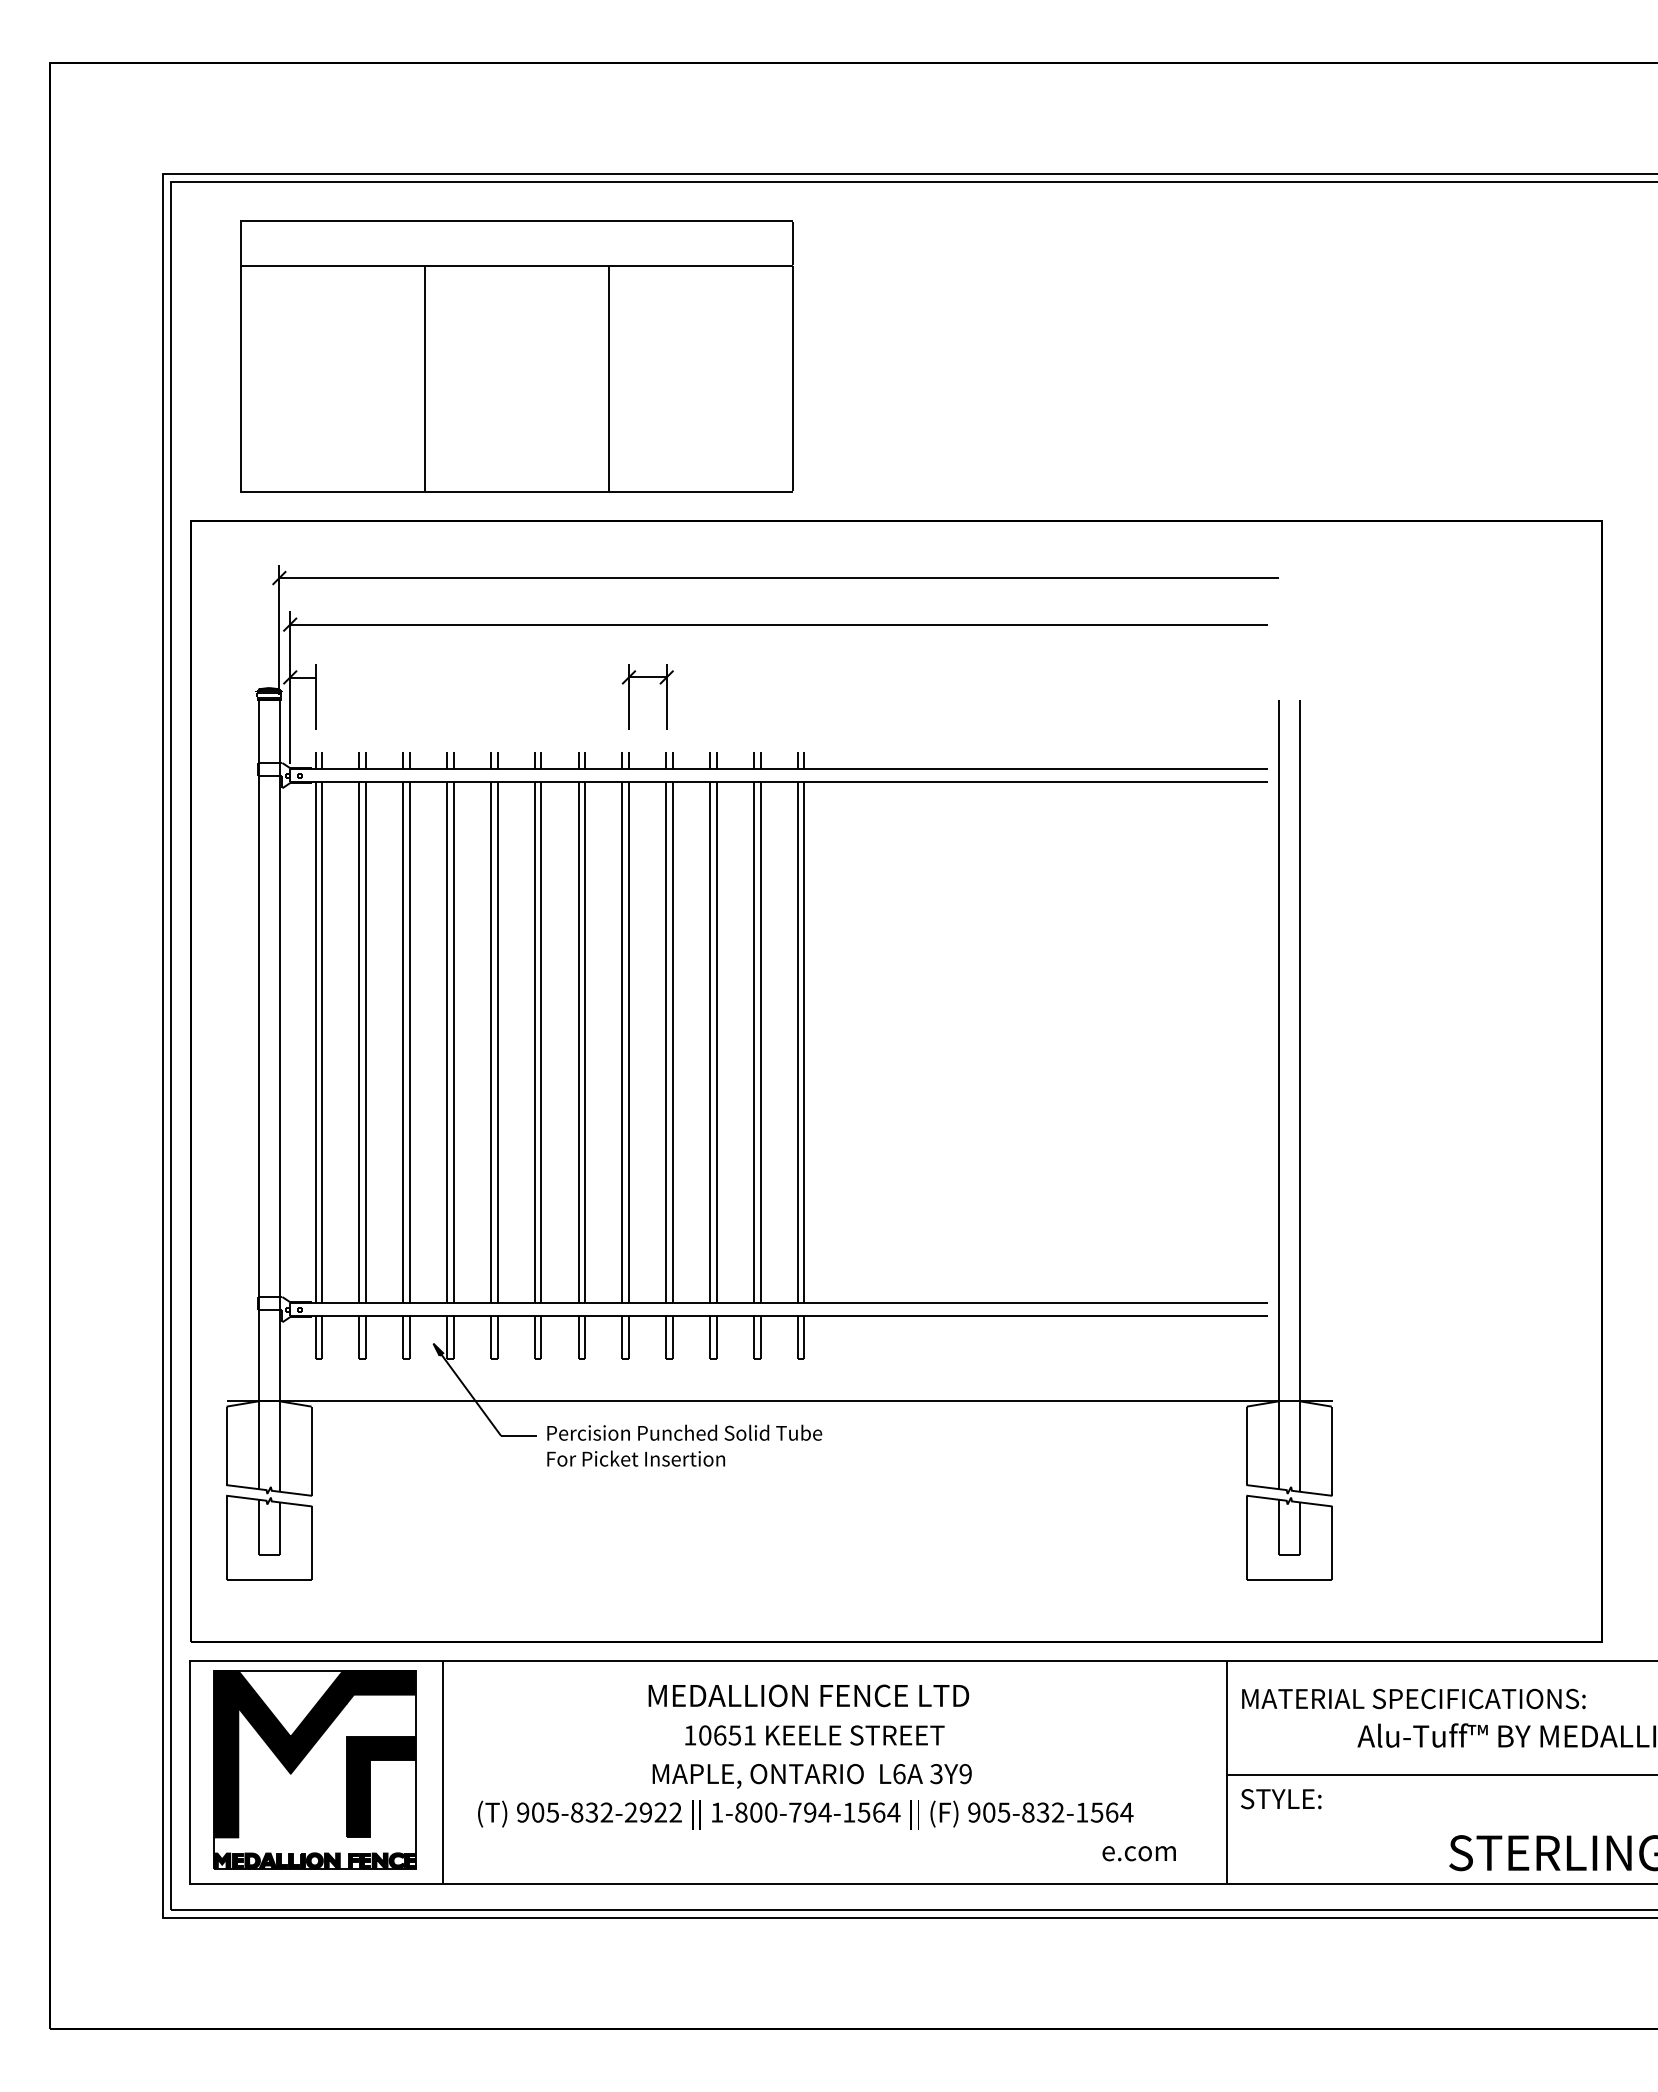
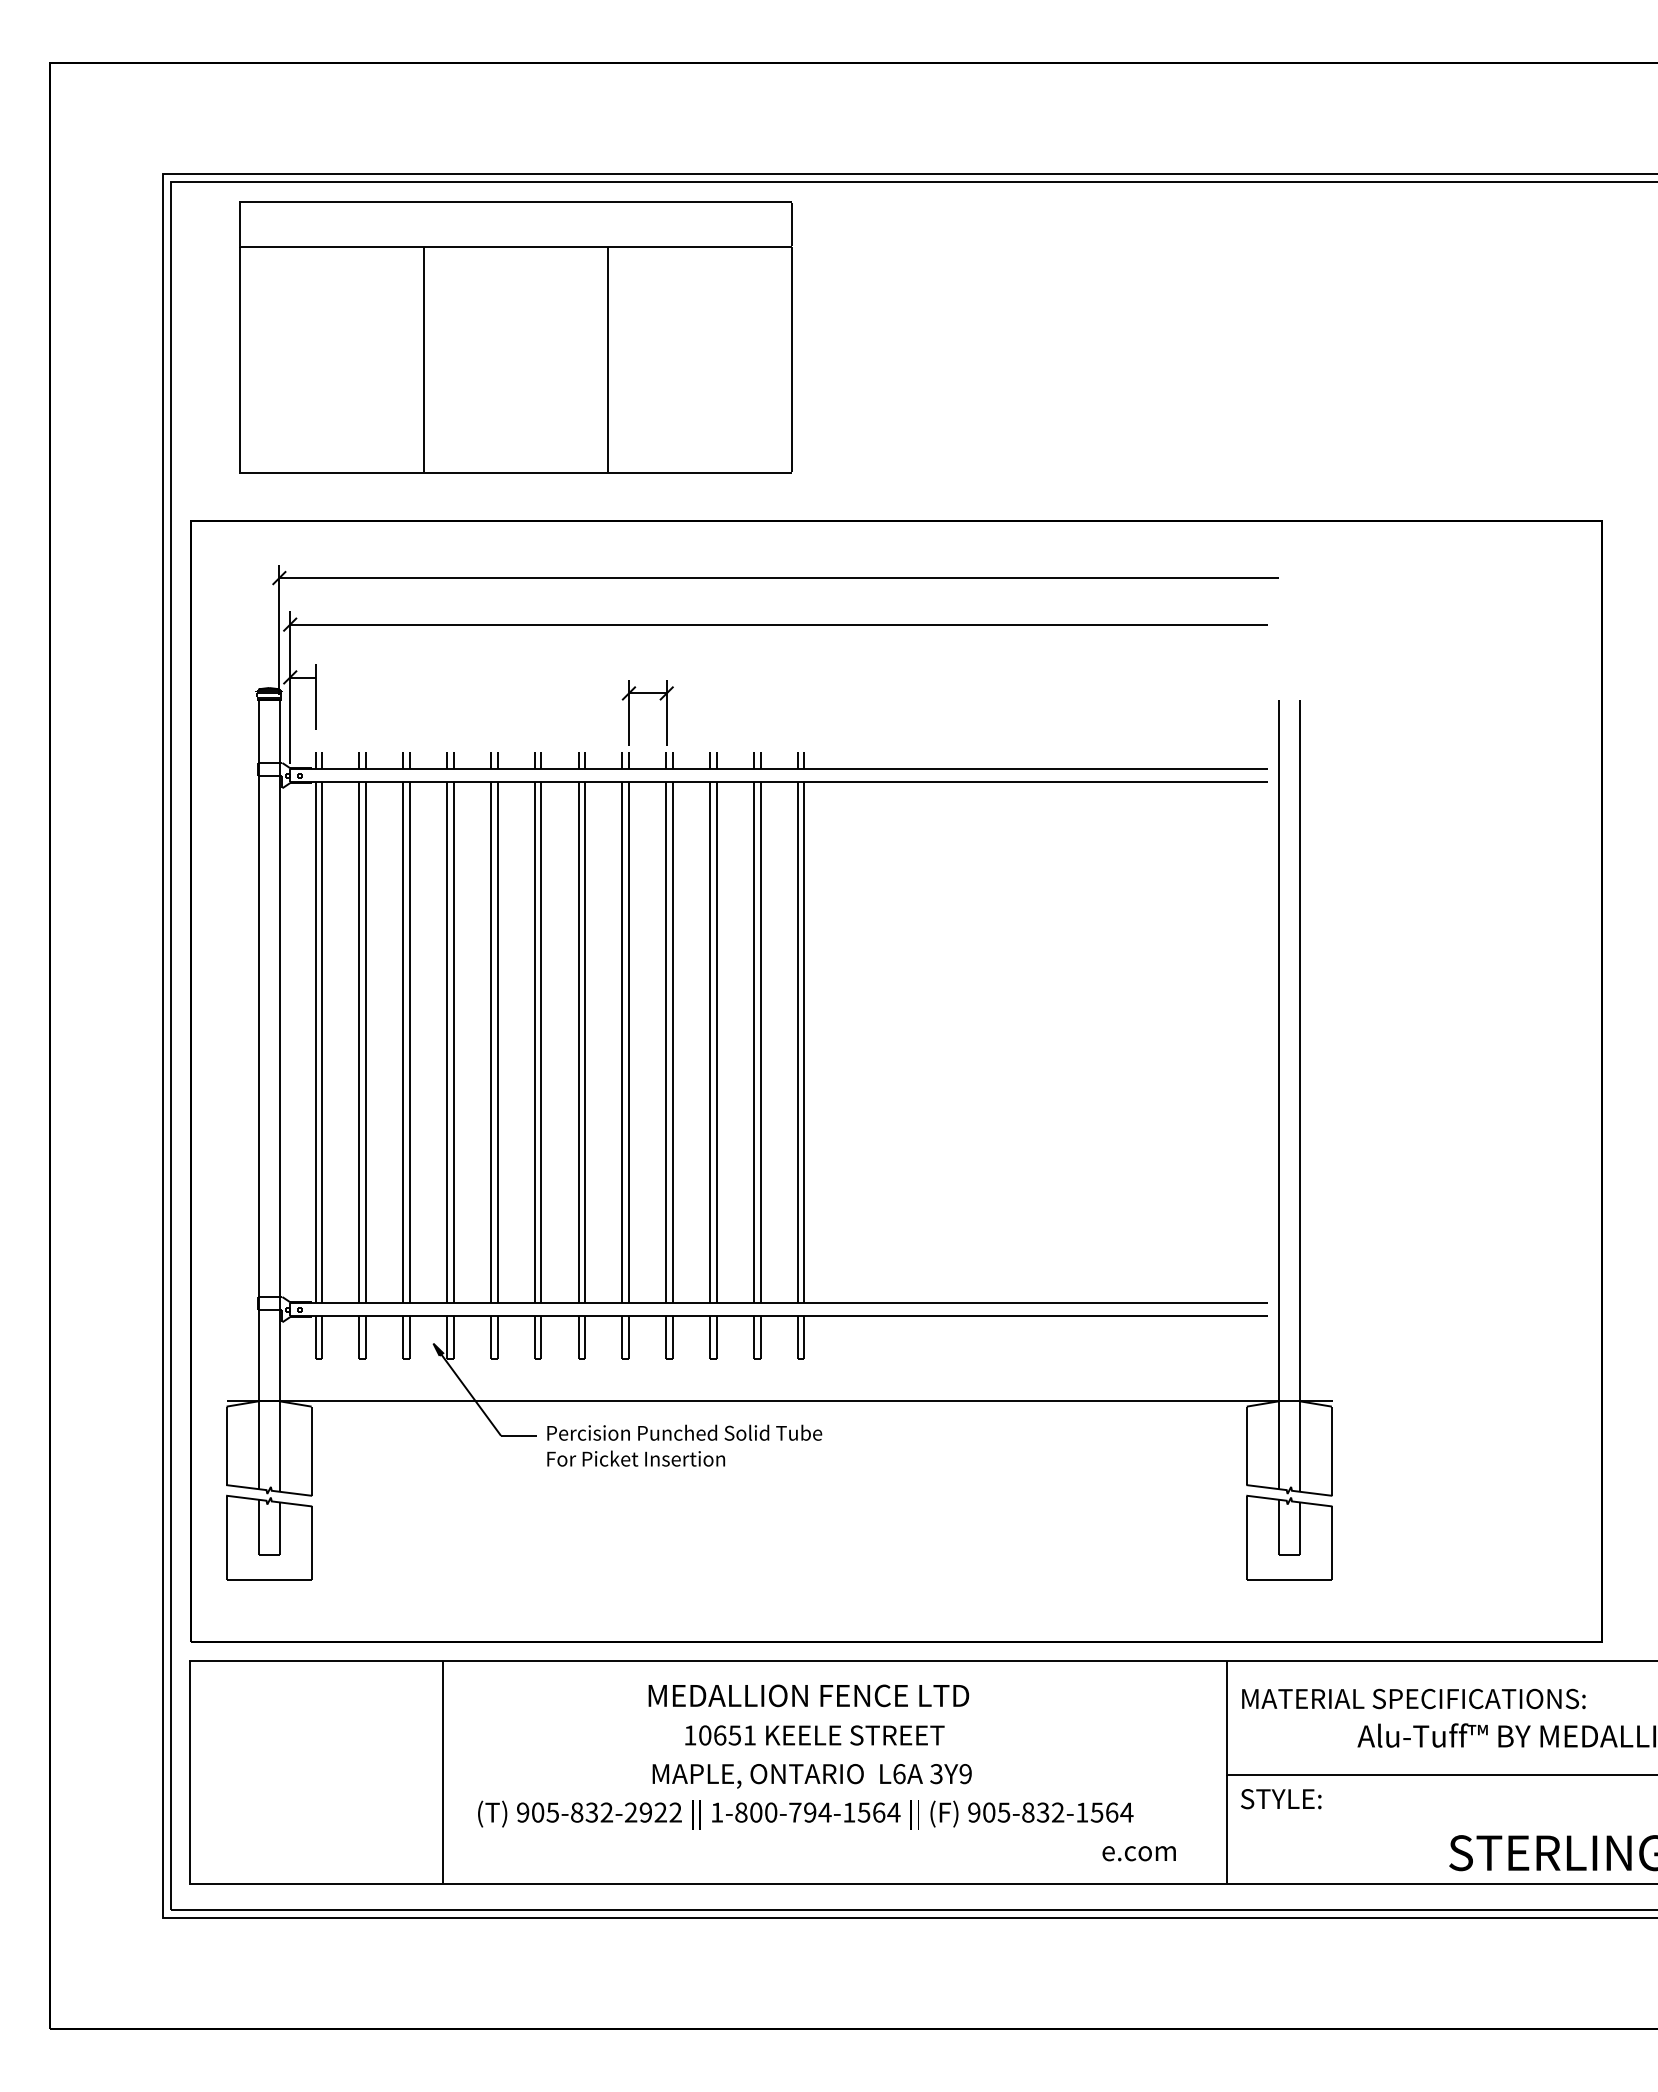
part at (516, 356) position: (516, 356) -> (515, 337)
part at (659, 683) position: (659, 683) -> (659, 699)
part at (314, 1769): present -> none
